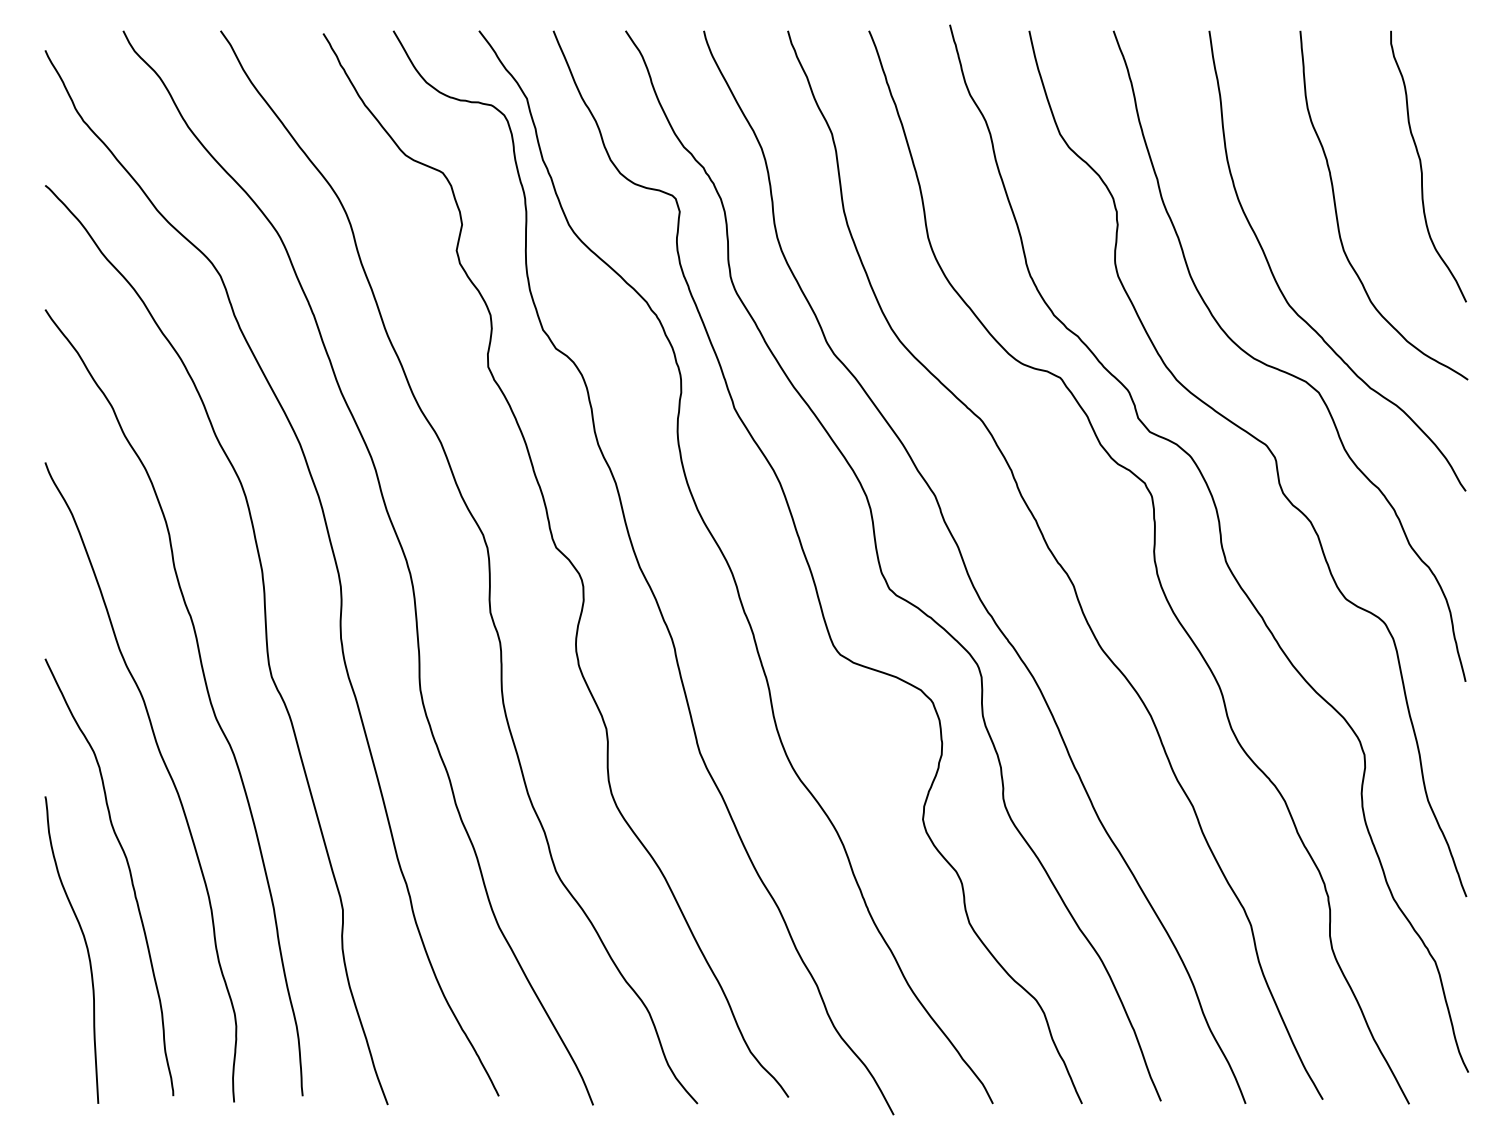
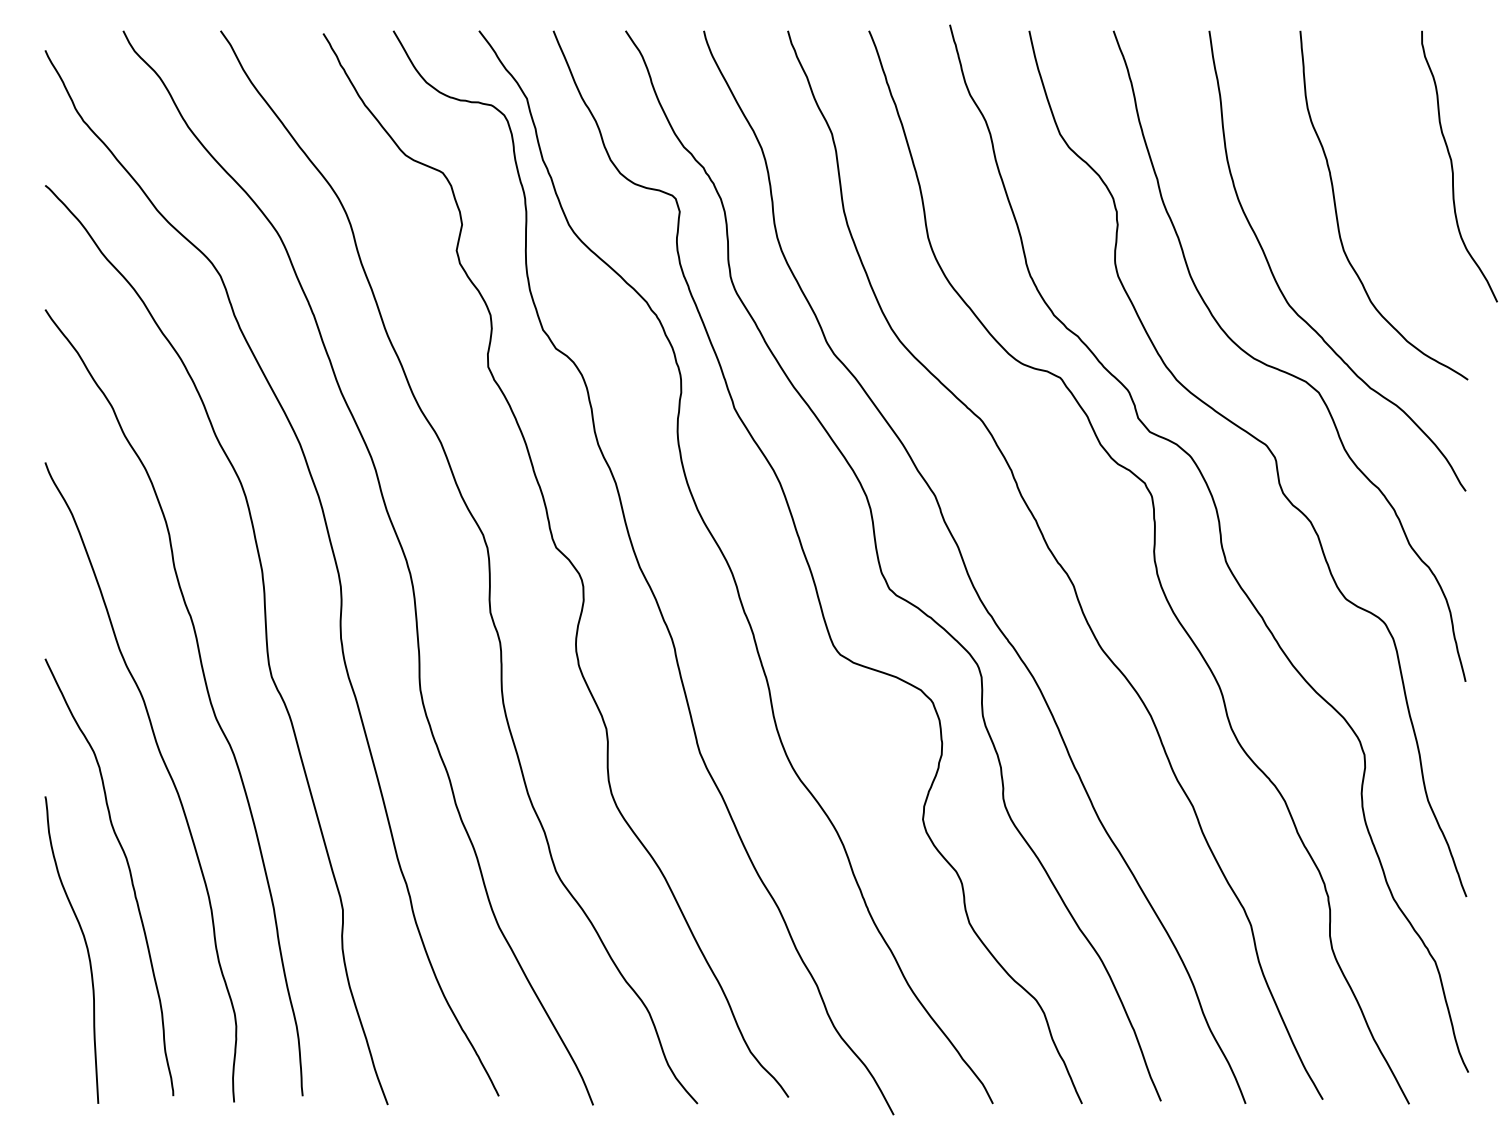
curve at (1422, 168) position: (1422, 168) -> (1453, 168)
